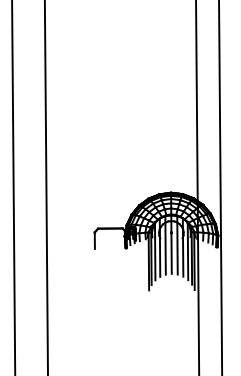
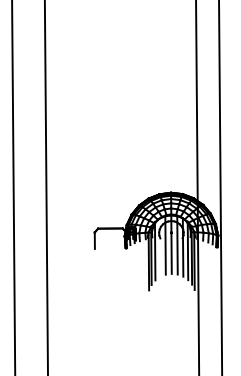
line at (159, 247): present -> none
